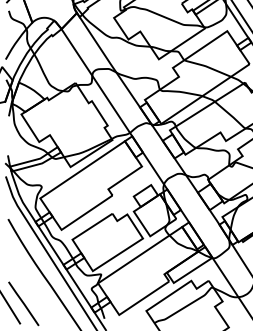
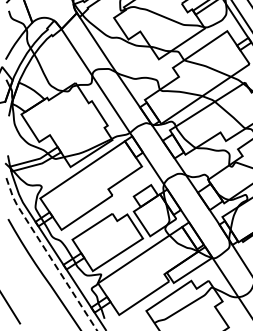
line at (47, 253): solid -> dashed
line at (23, 303): present -> none
